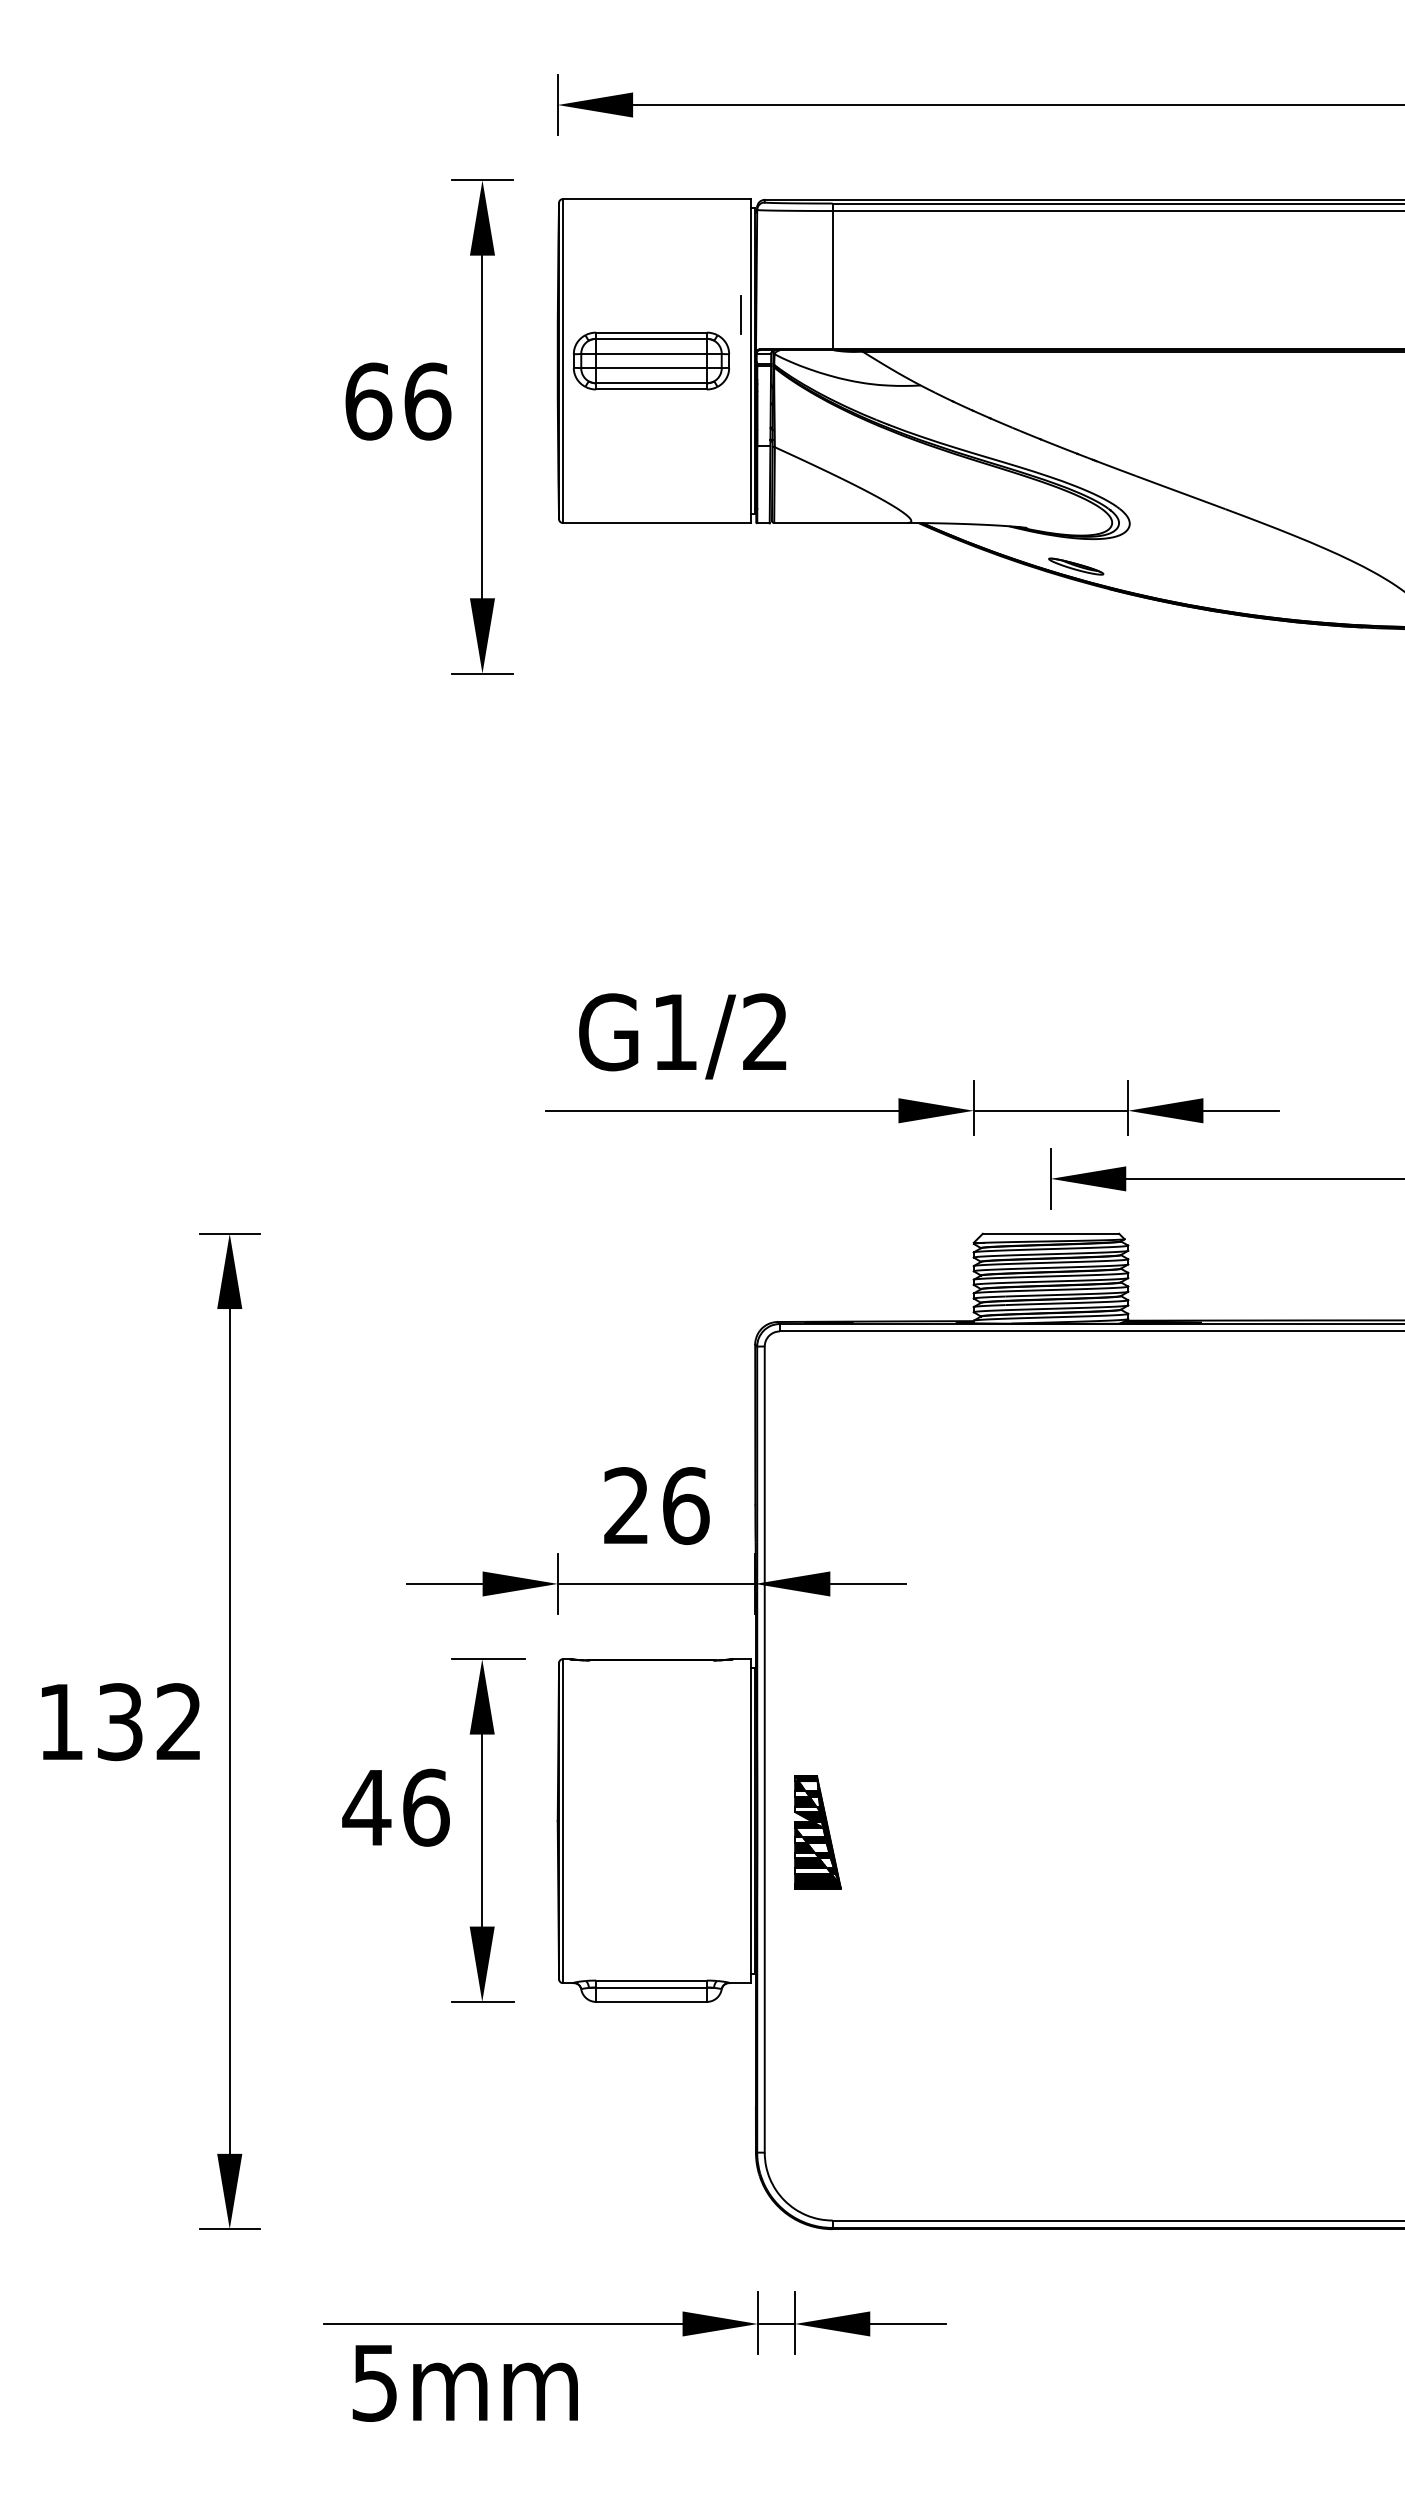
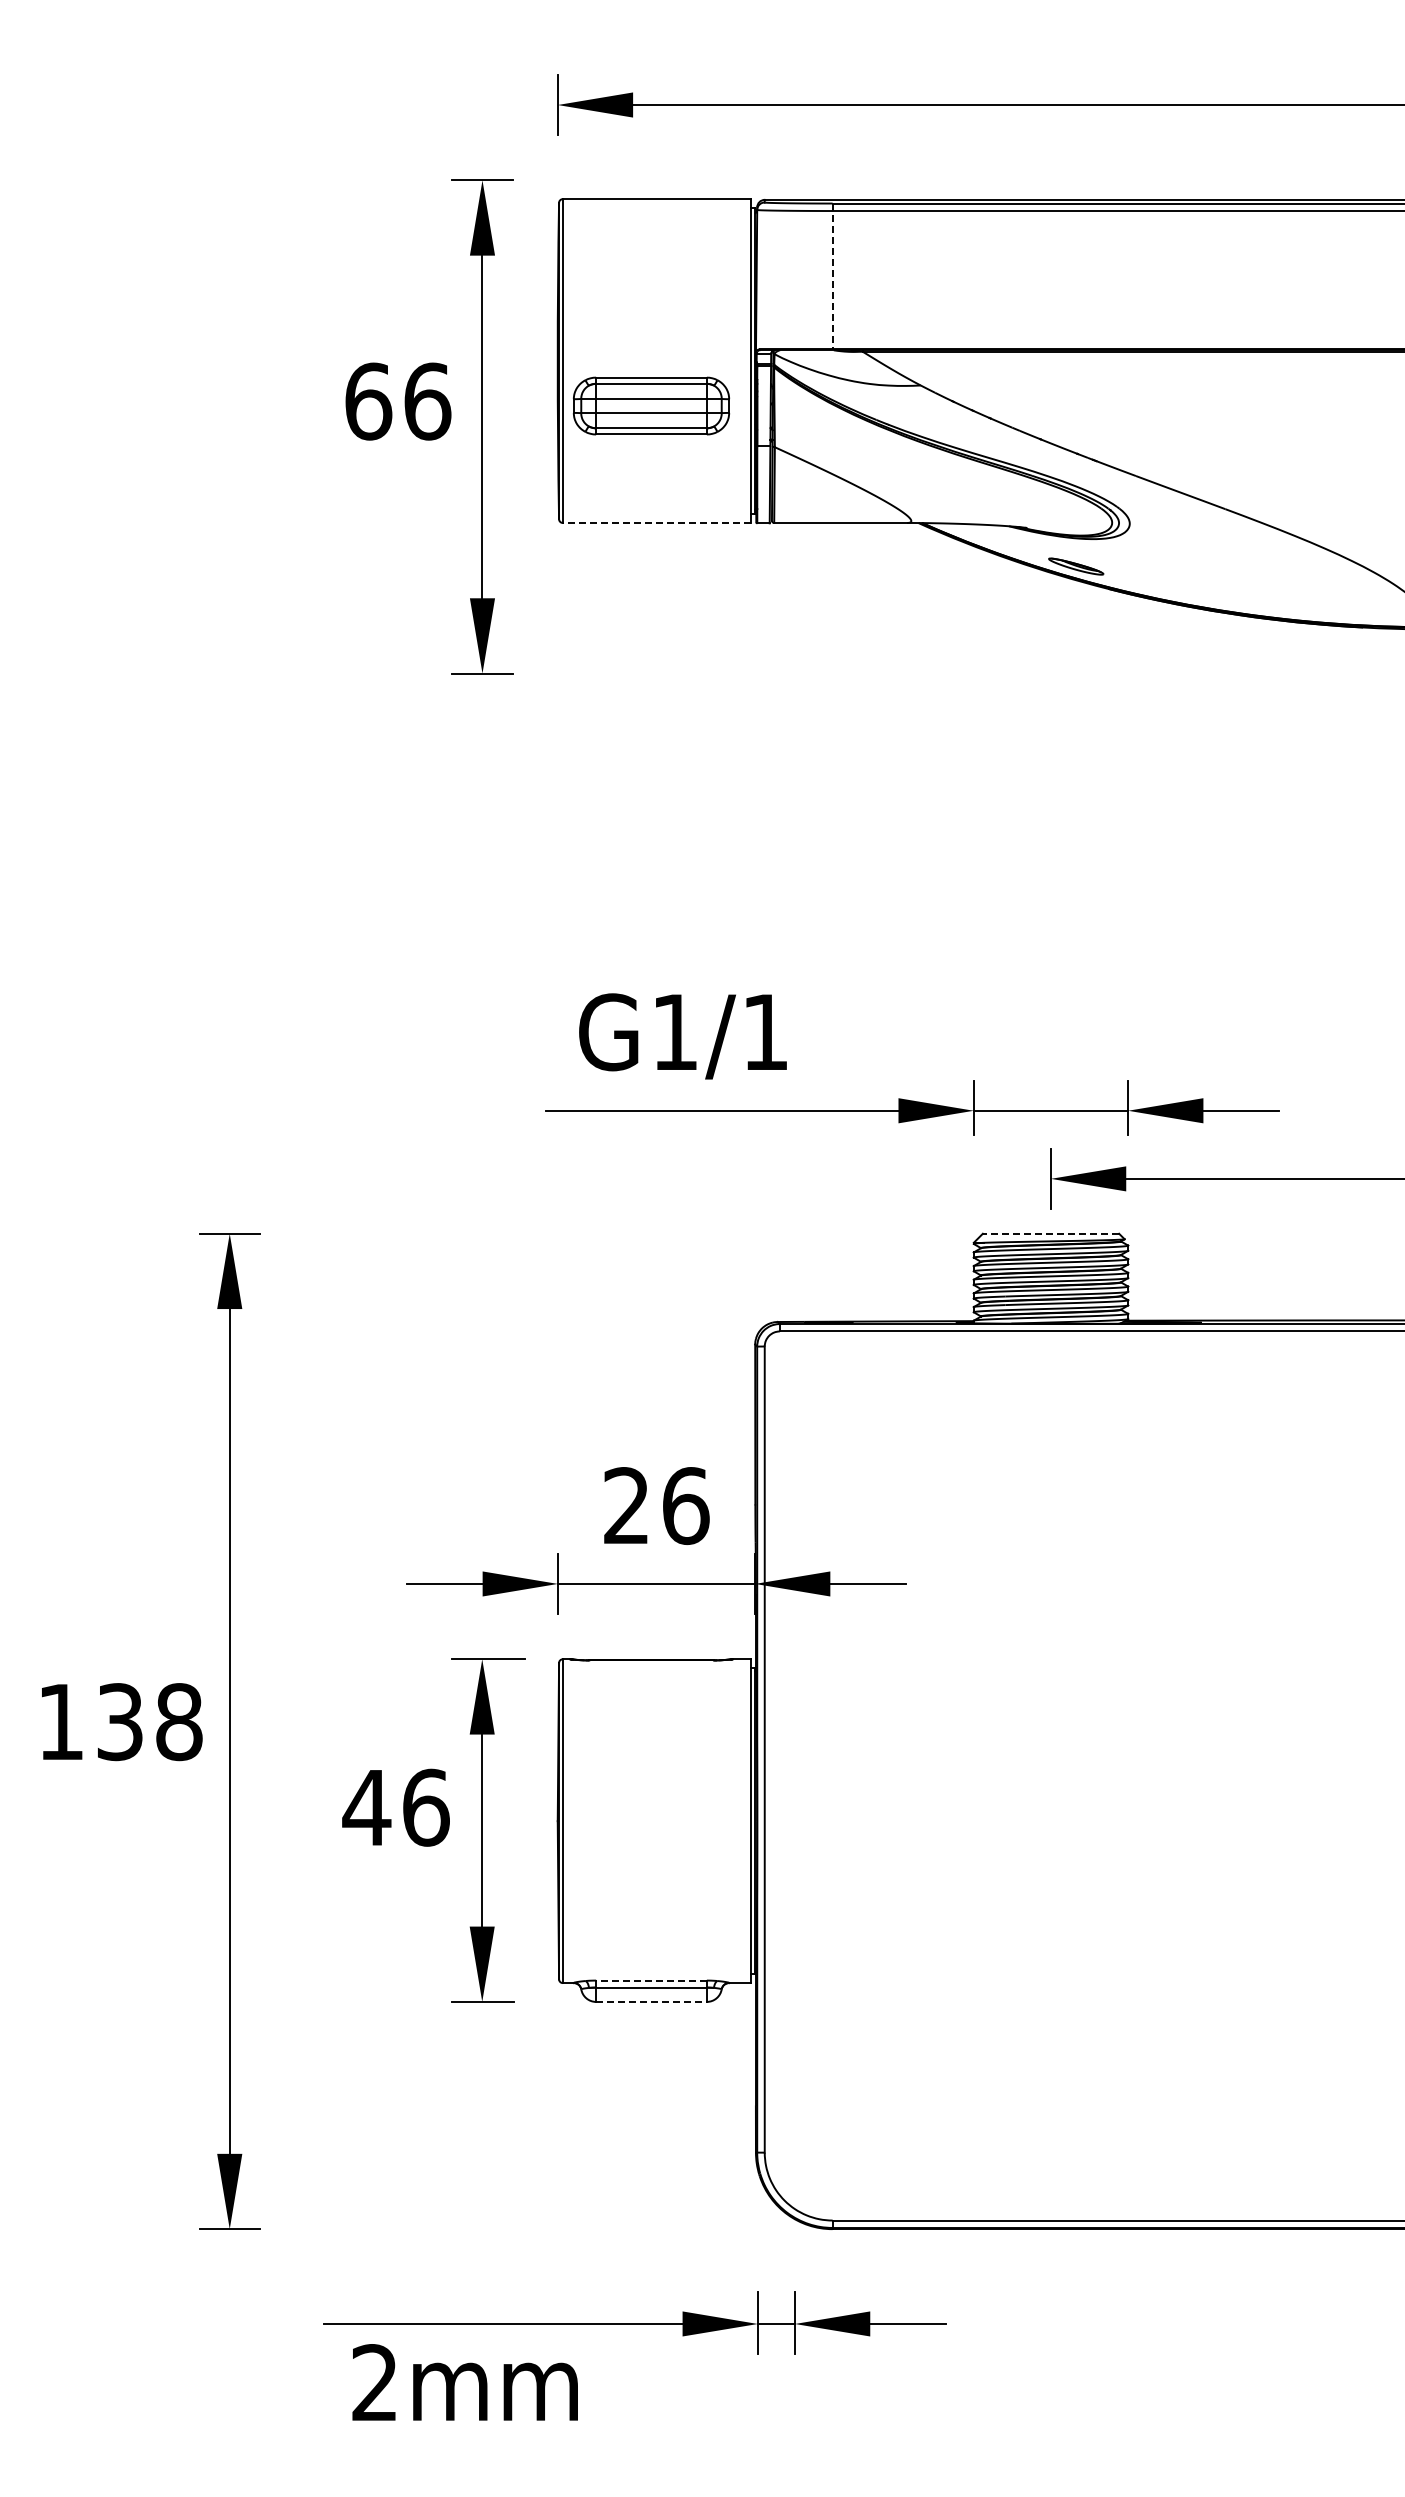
line at (832, 277): solid -> dashed
line at (740, 315): present -> none
part at (651, 360) position: (651, 360) -> (651, 405)
line at (656, 522): solid -> dashed
text at (764, 1031): G1/2 -> G1/1
line at (1050, 1233): solid -> dashed
text at (179, 1722): 132 -> 138
part at (817, 1832): present -> none
line at (651, 1980): solid -> dashed
line at (651, 2001): solid -> dashed
text at (374, 2382): 5mm -> 2mm
